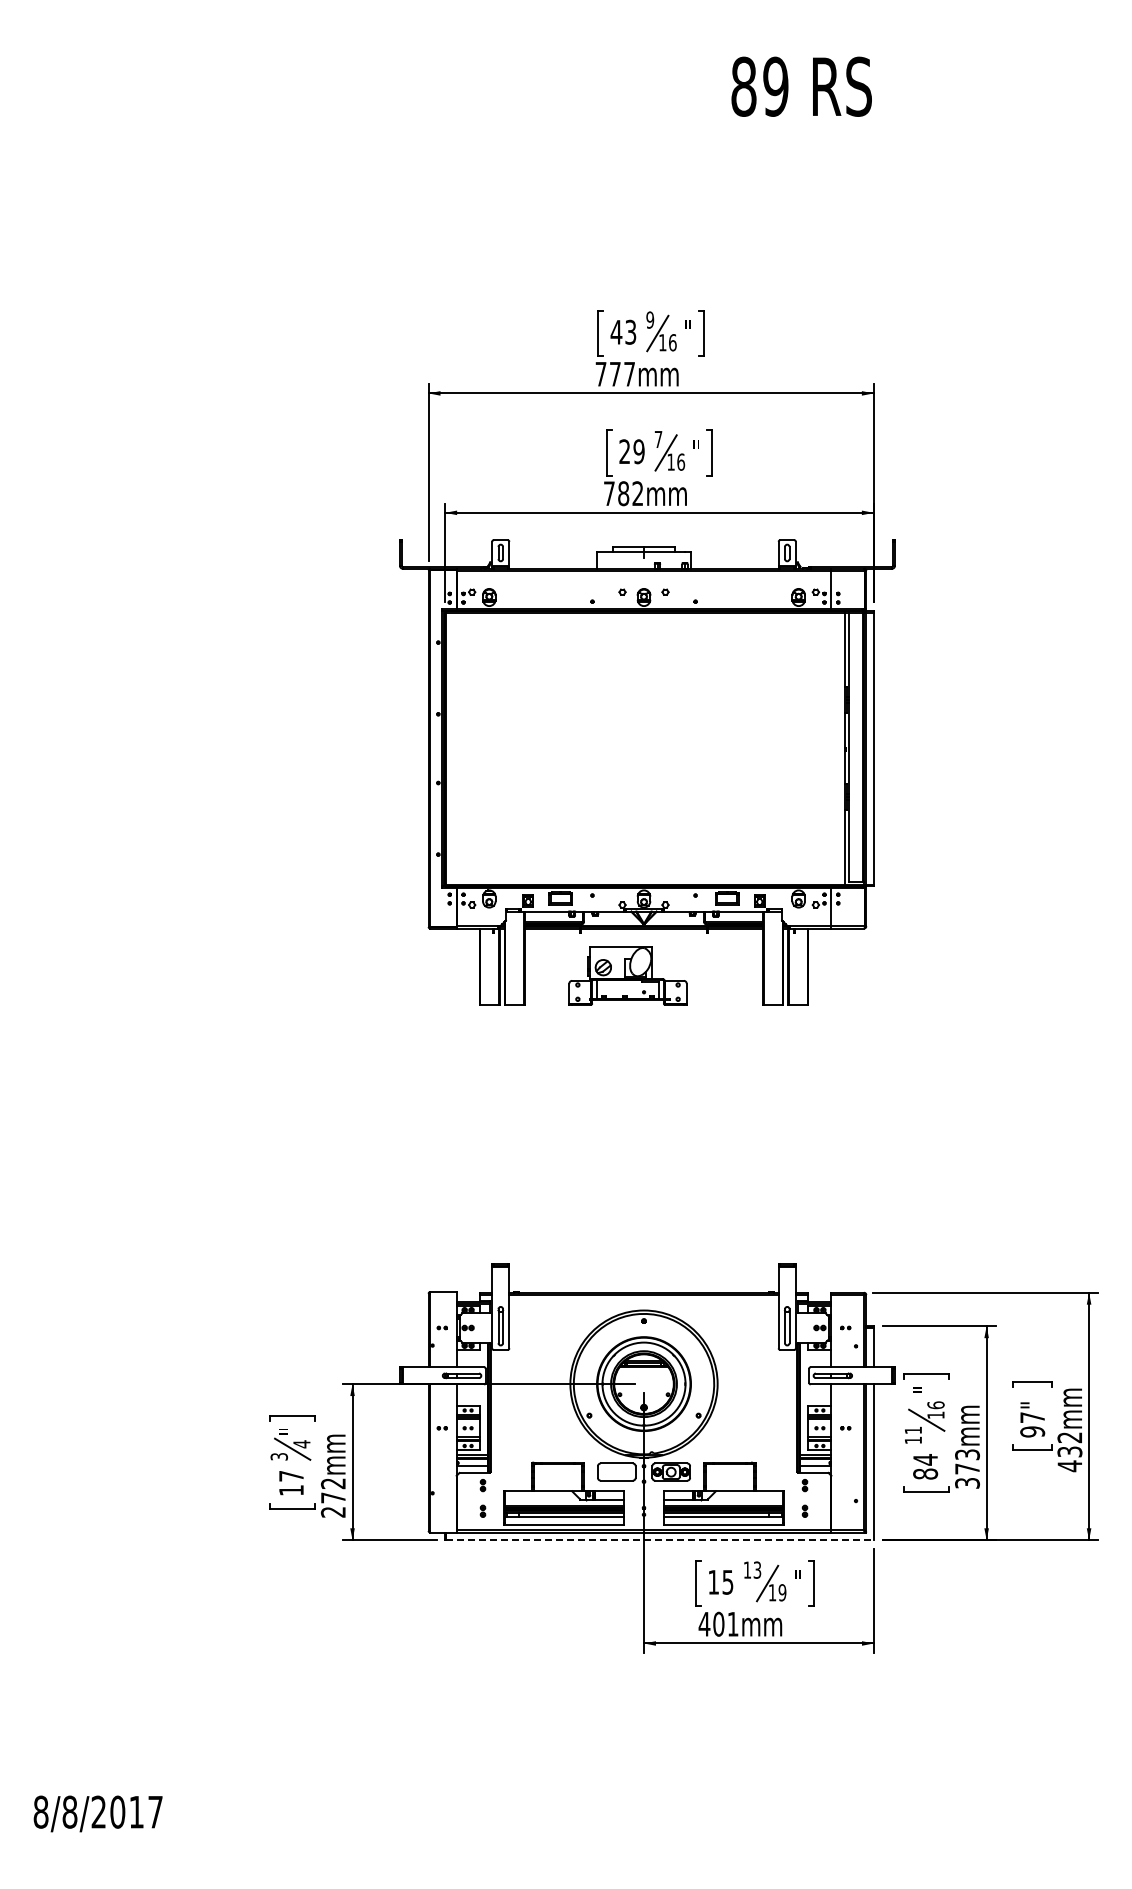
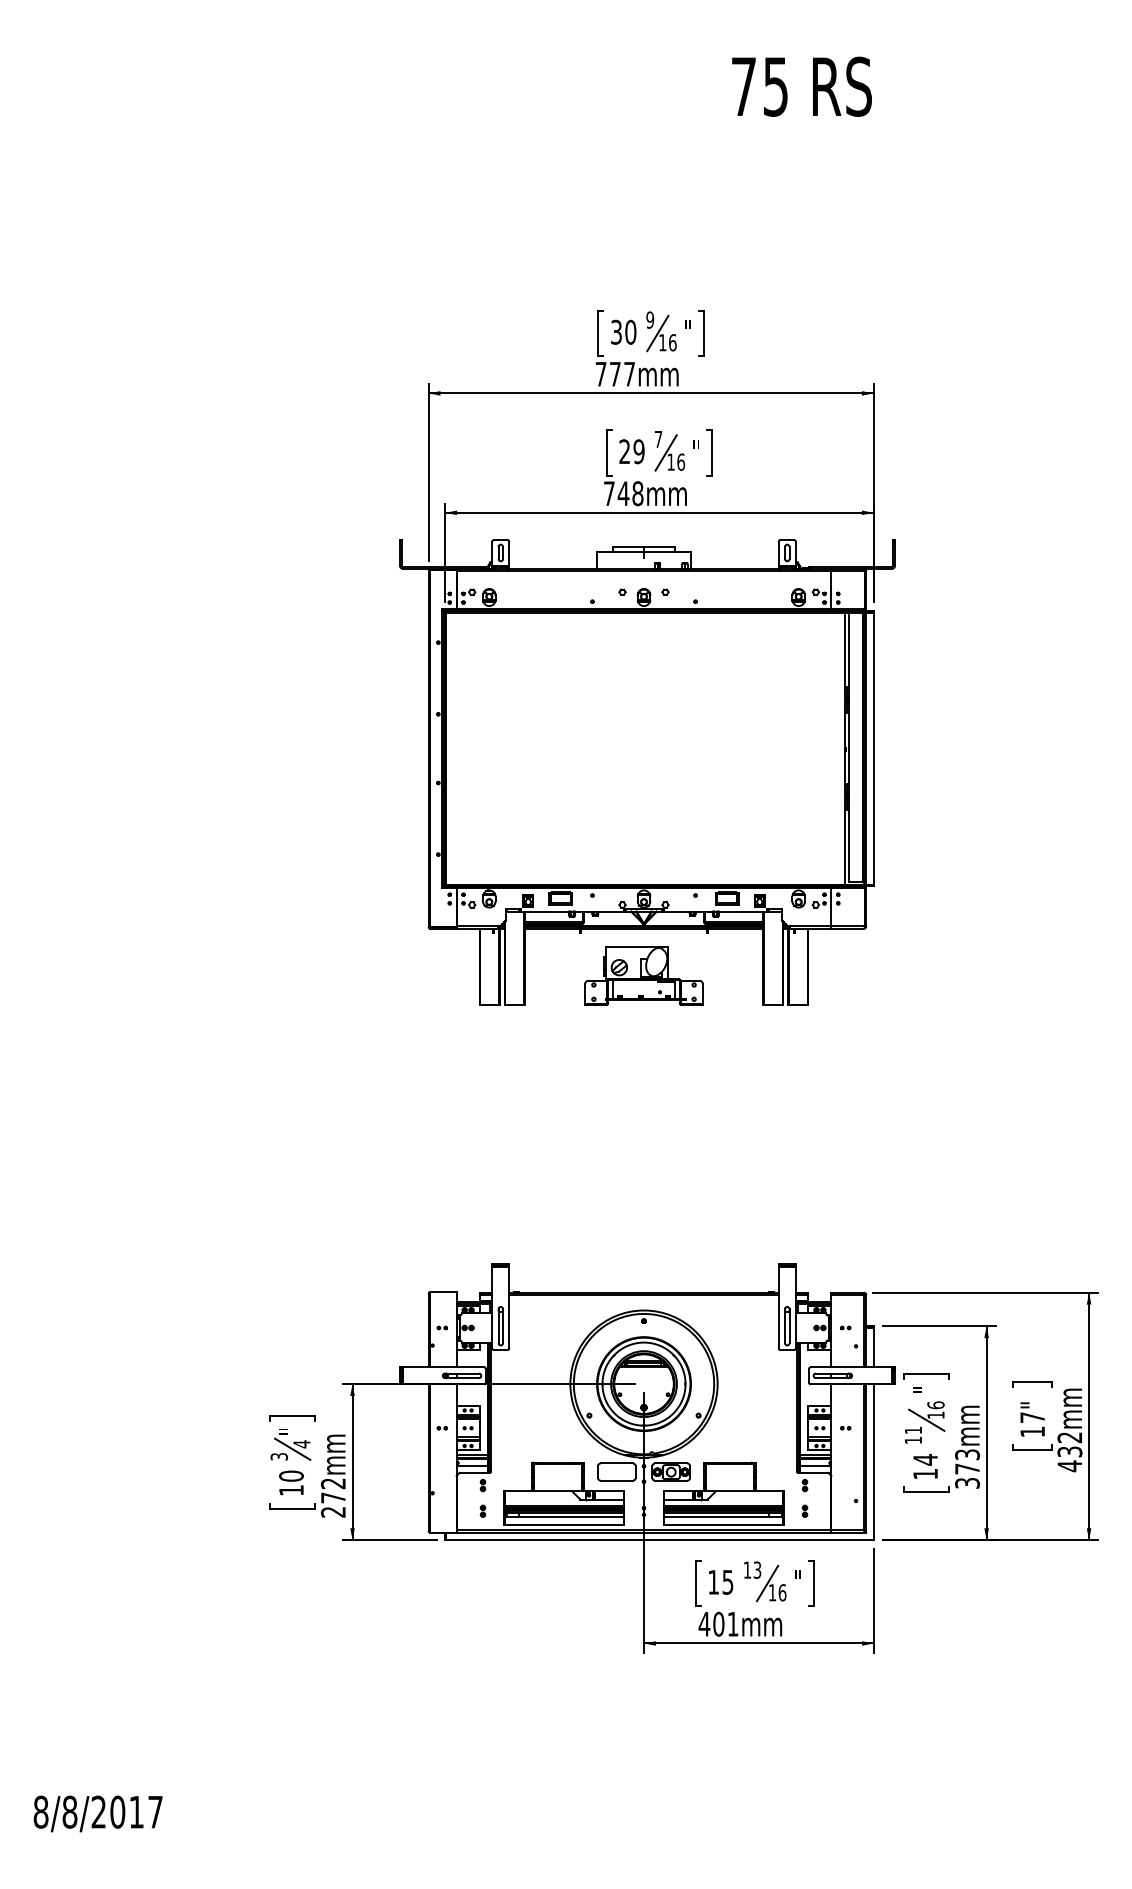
text at (759, 86): 89 -> 75
text at (623, 331): 43 -> 30
text at (630, 493): 782mm -> 748mm
part at (627, 975) position: (627, 975) -> (643, 975)
text at (1032, 1431): 97" -> 17"
text at (925, 1473): 84 -> 14
text at (291, 1475): 17 -> 10
line at (660, 1540): dashed -> solid
text at (782, 1592): 19 -> 16
